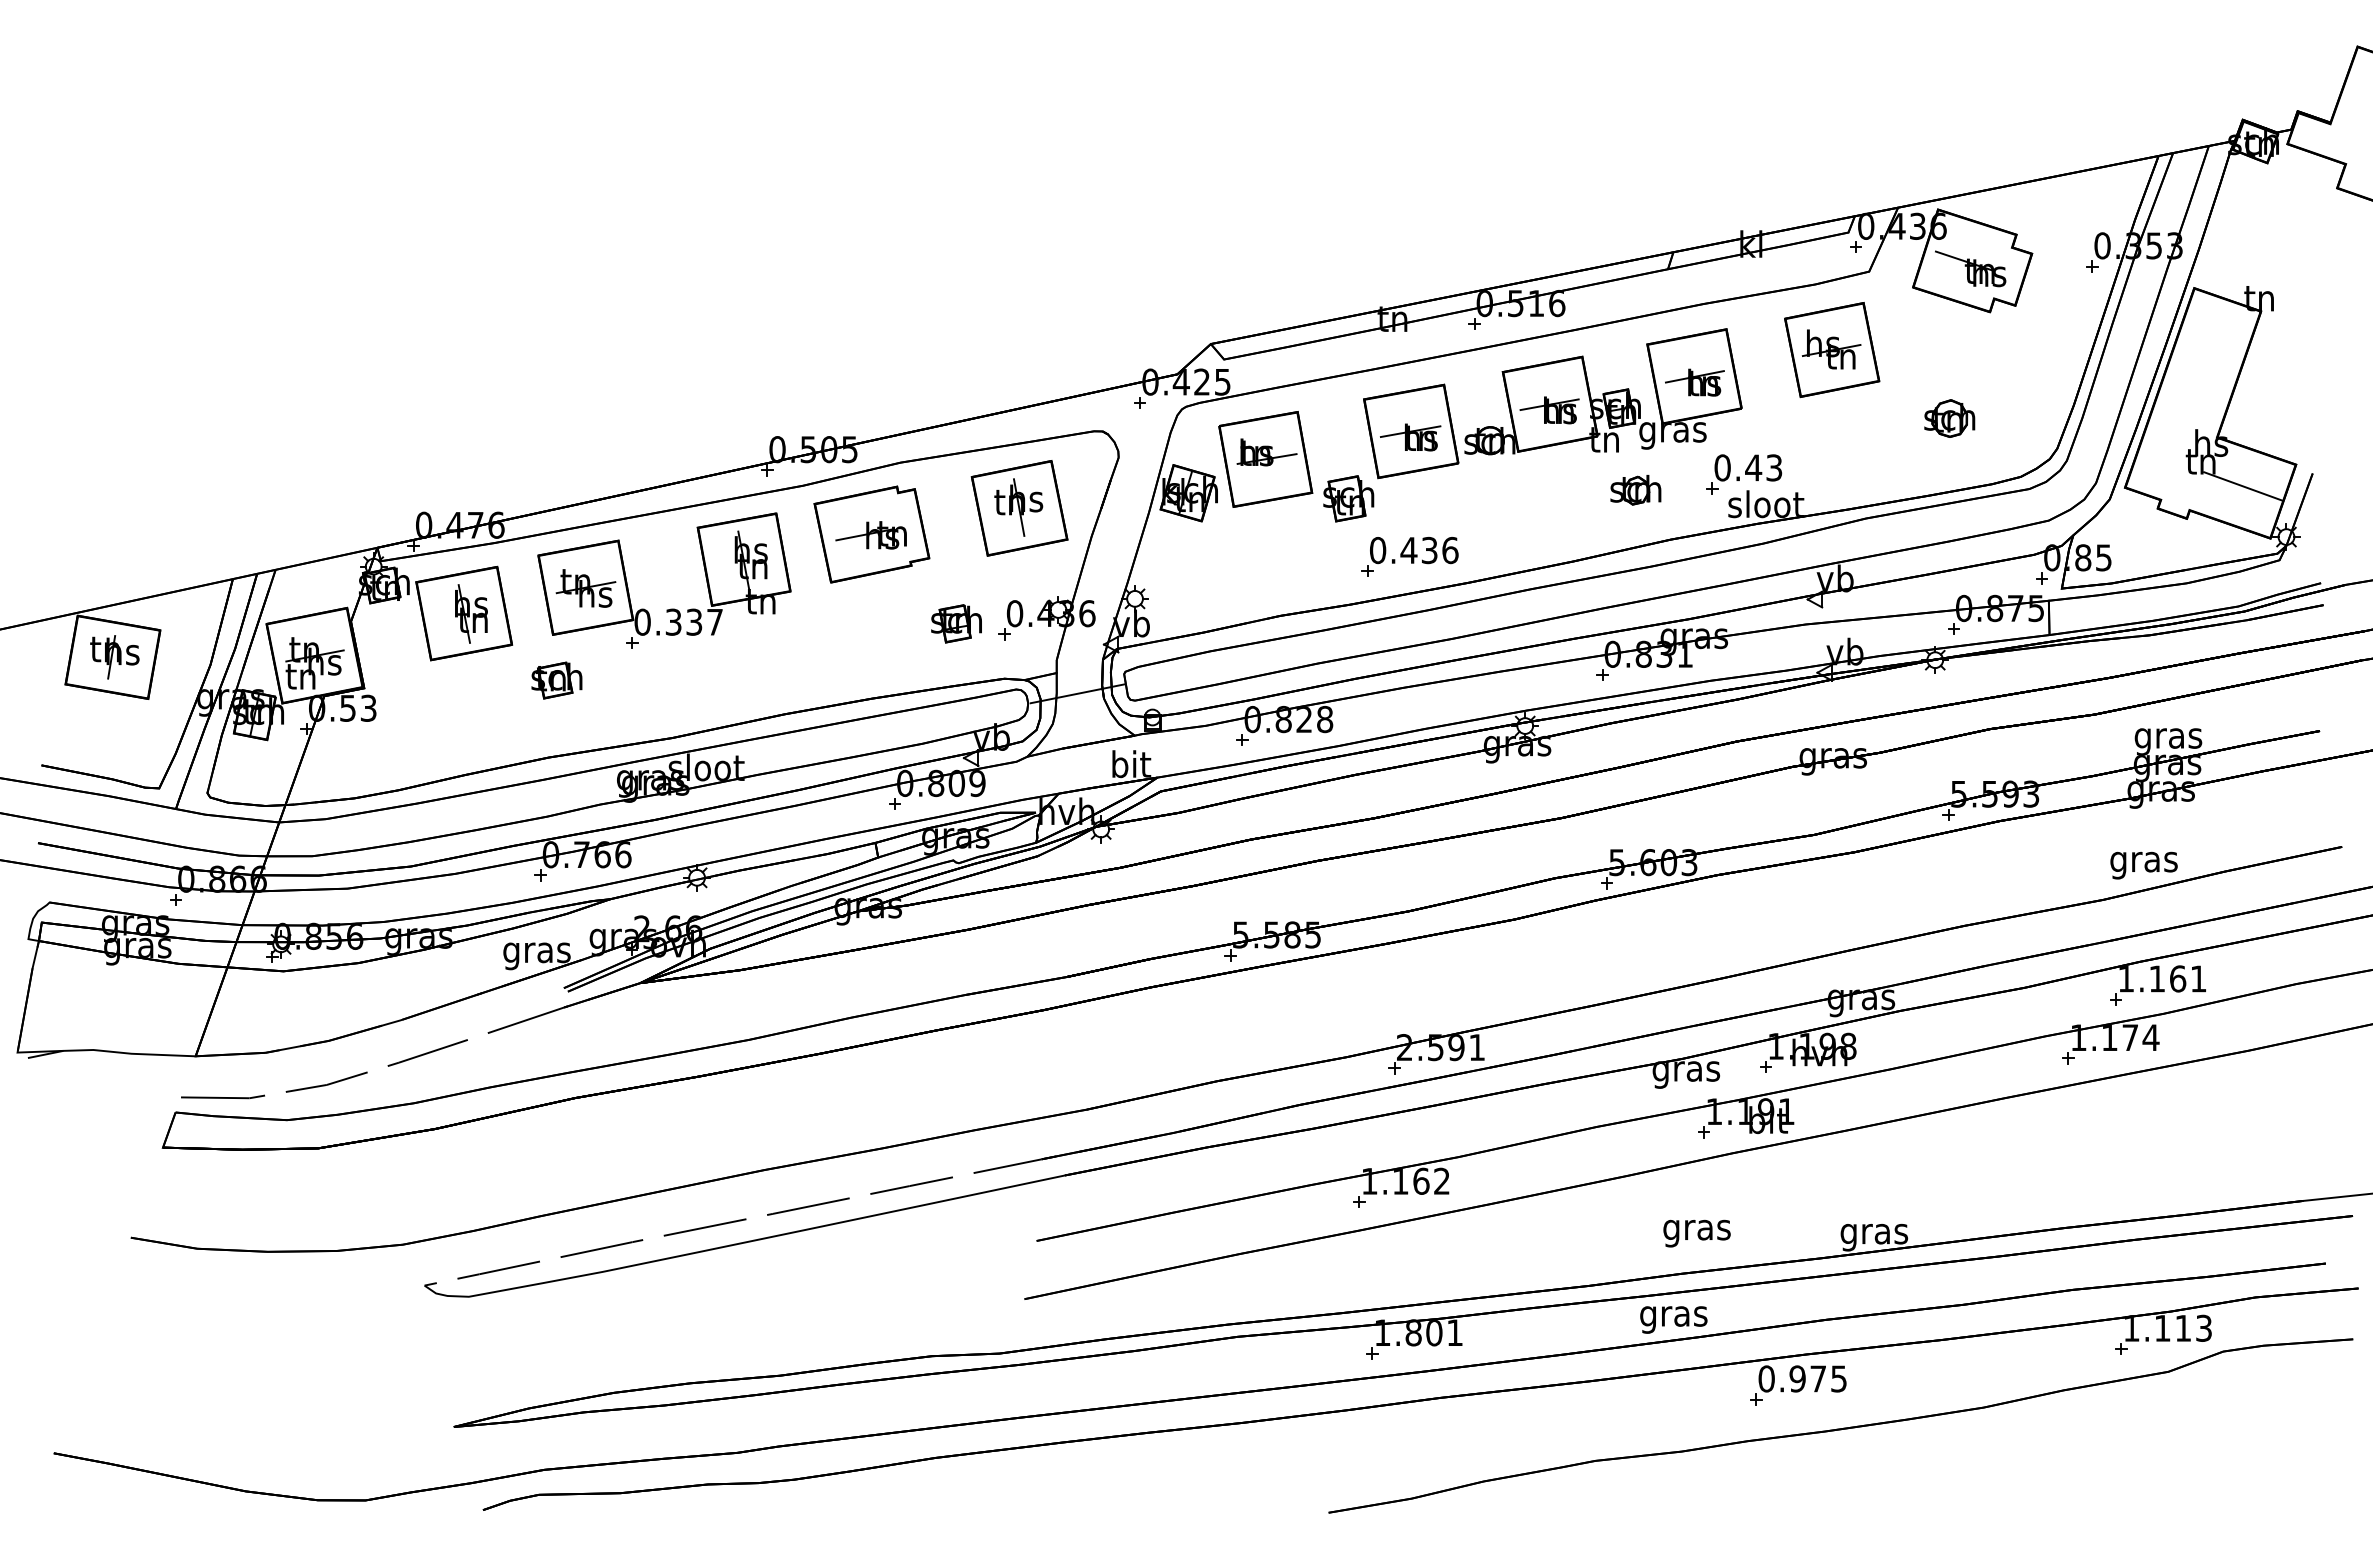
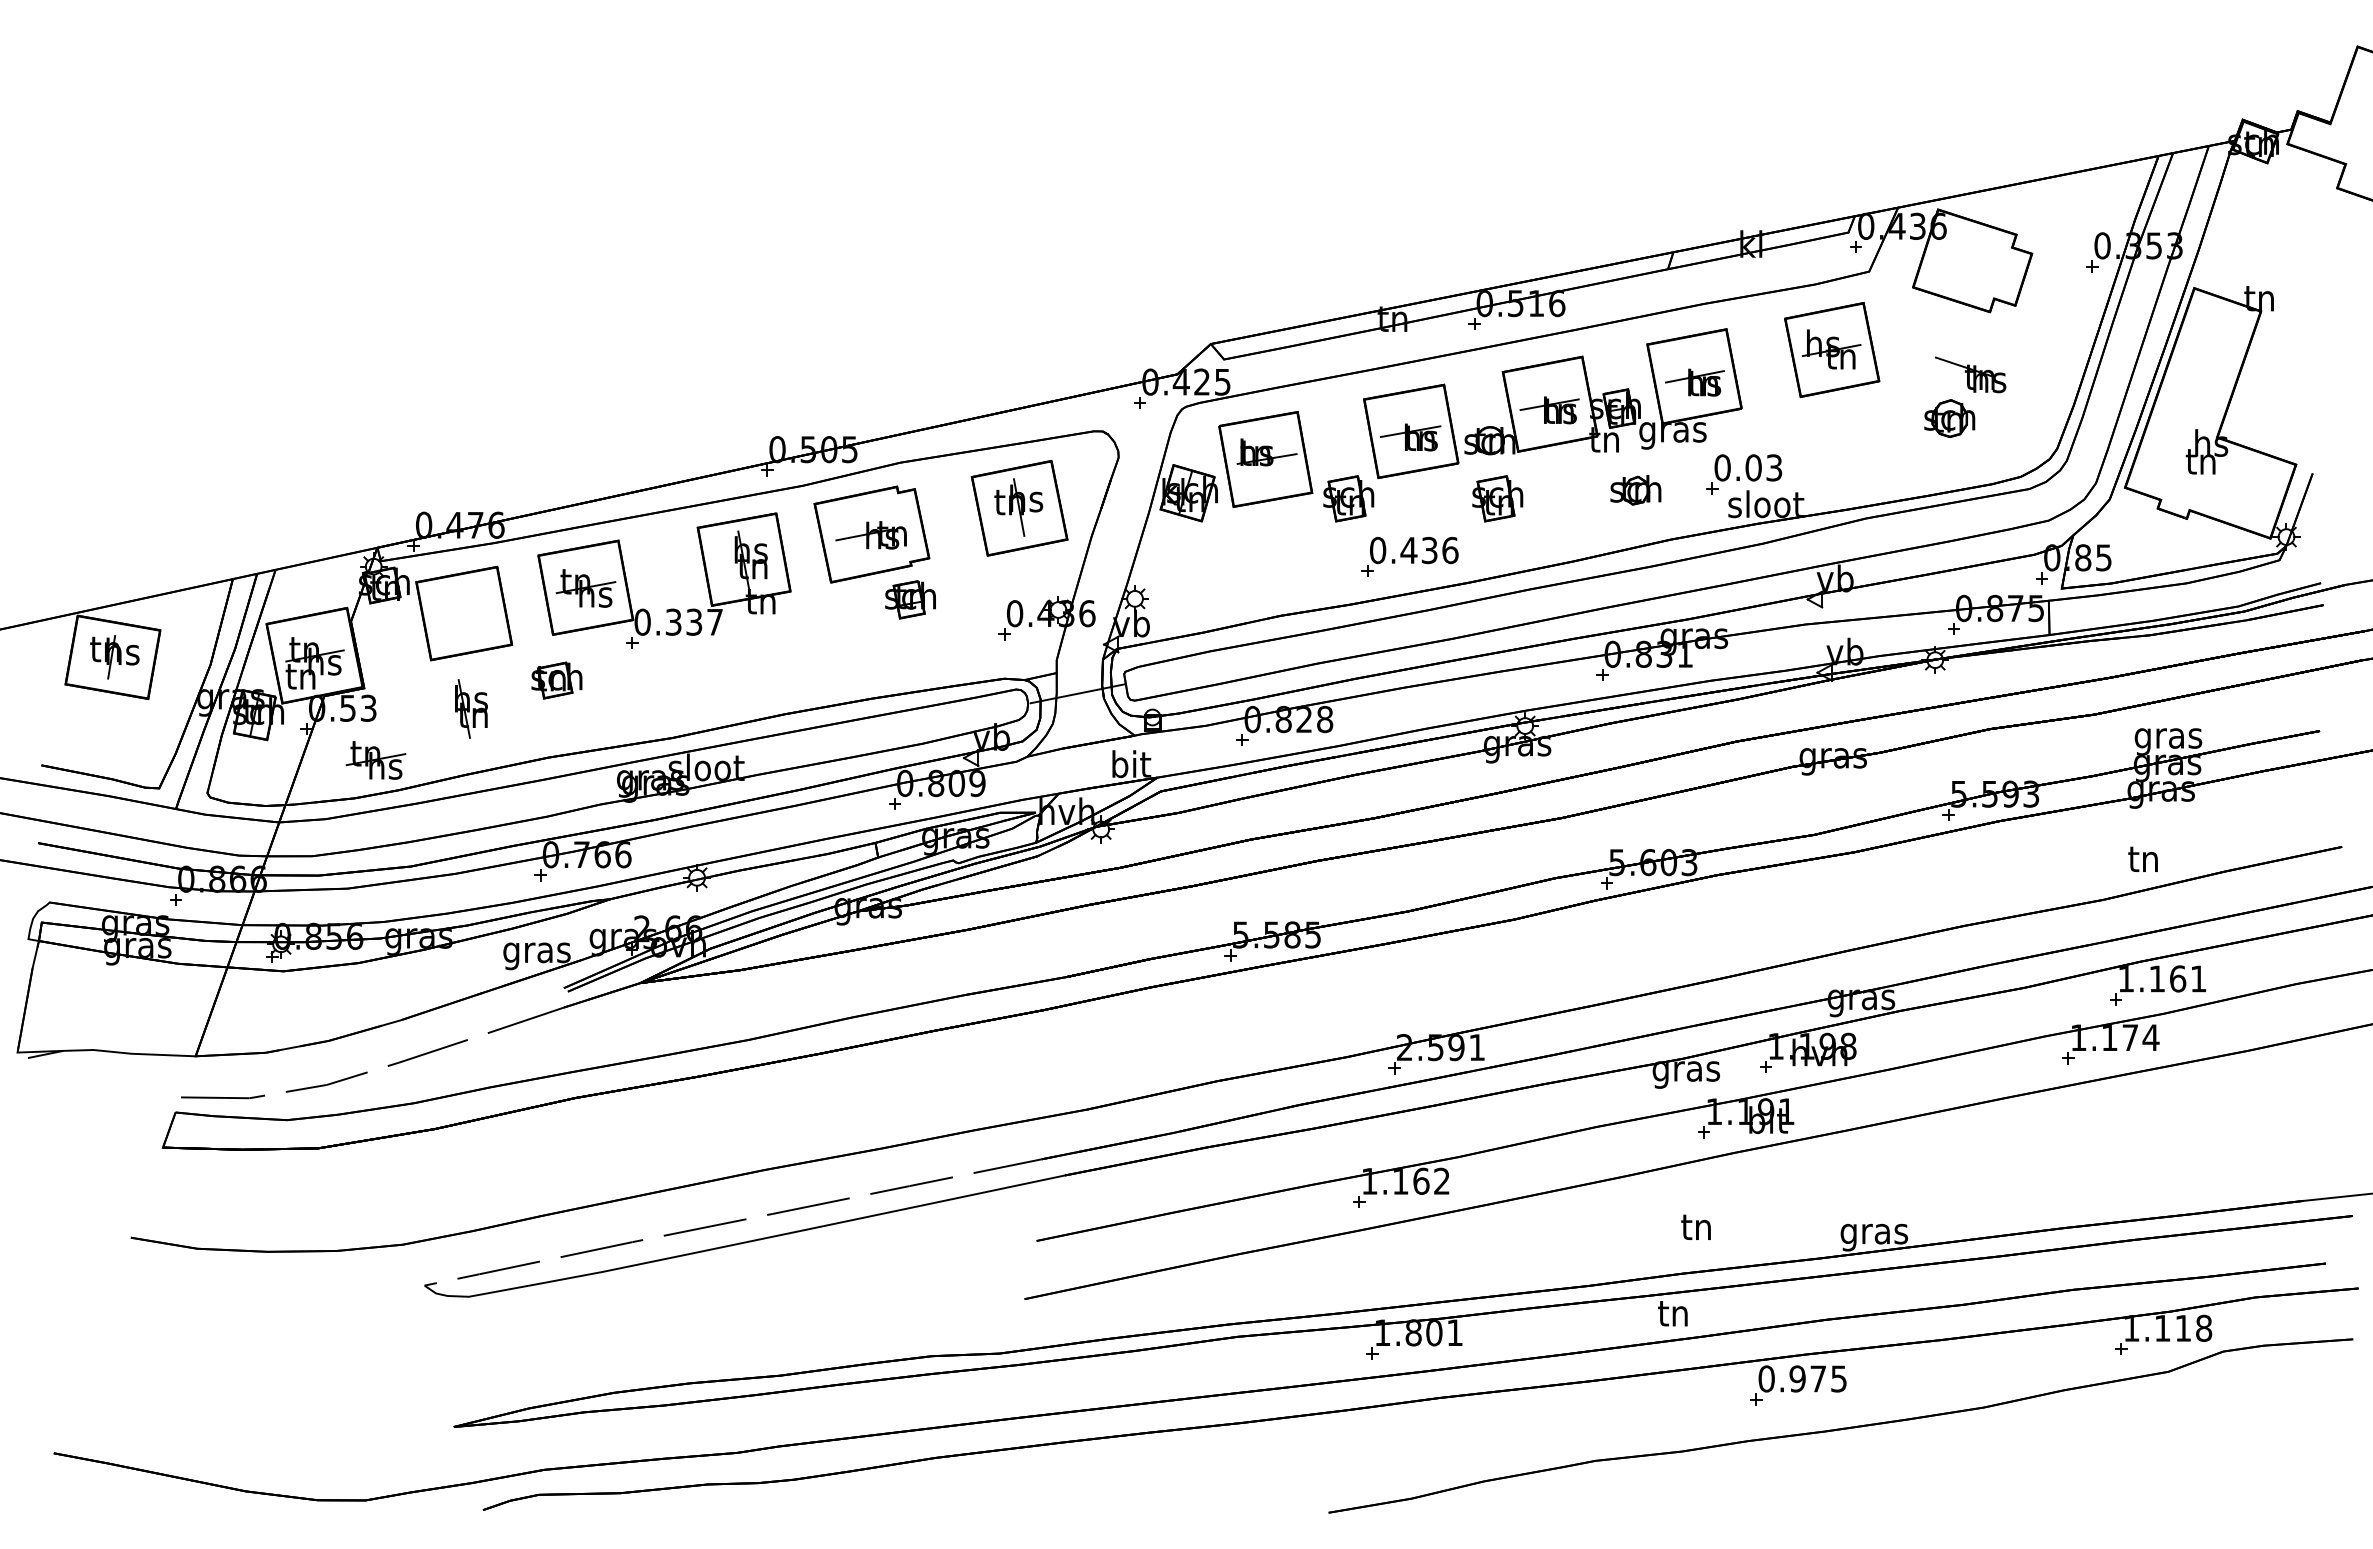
part at (1970, 268) position: (1970, 268) -> (1970, 374)
text at (1753, 467): 0.43 -> 0.03
line at (2243, 486): present -> none
part at (1497, 498): none -> present
part at (471, 613) position: (471, 613) -> (471, 708)
part at (956, 623) position: (956, 623) -> (910, 599)
part at (375, 760): none -> present
text at (2143, 862): gras -> tn
text at (1696, 1230): gras -> tn
text at (1673, 1317): gras -> tn
text at (2204, 1327): 1.113 -> 1.118
